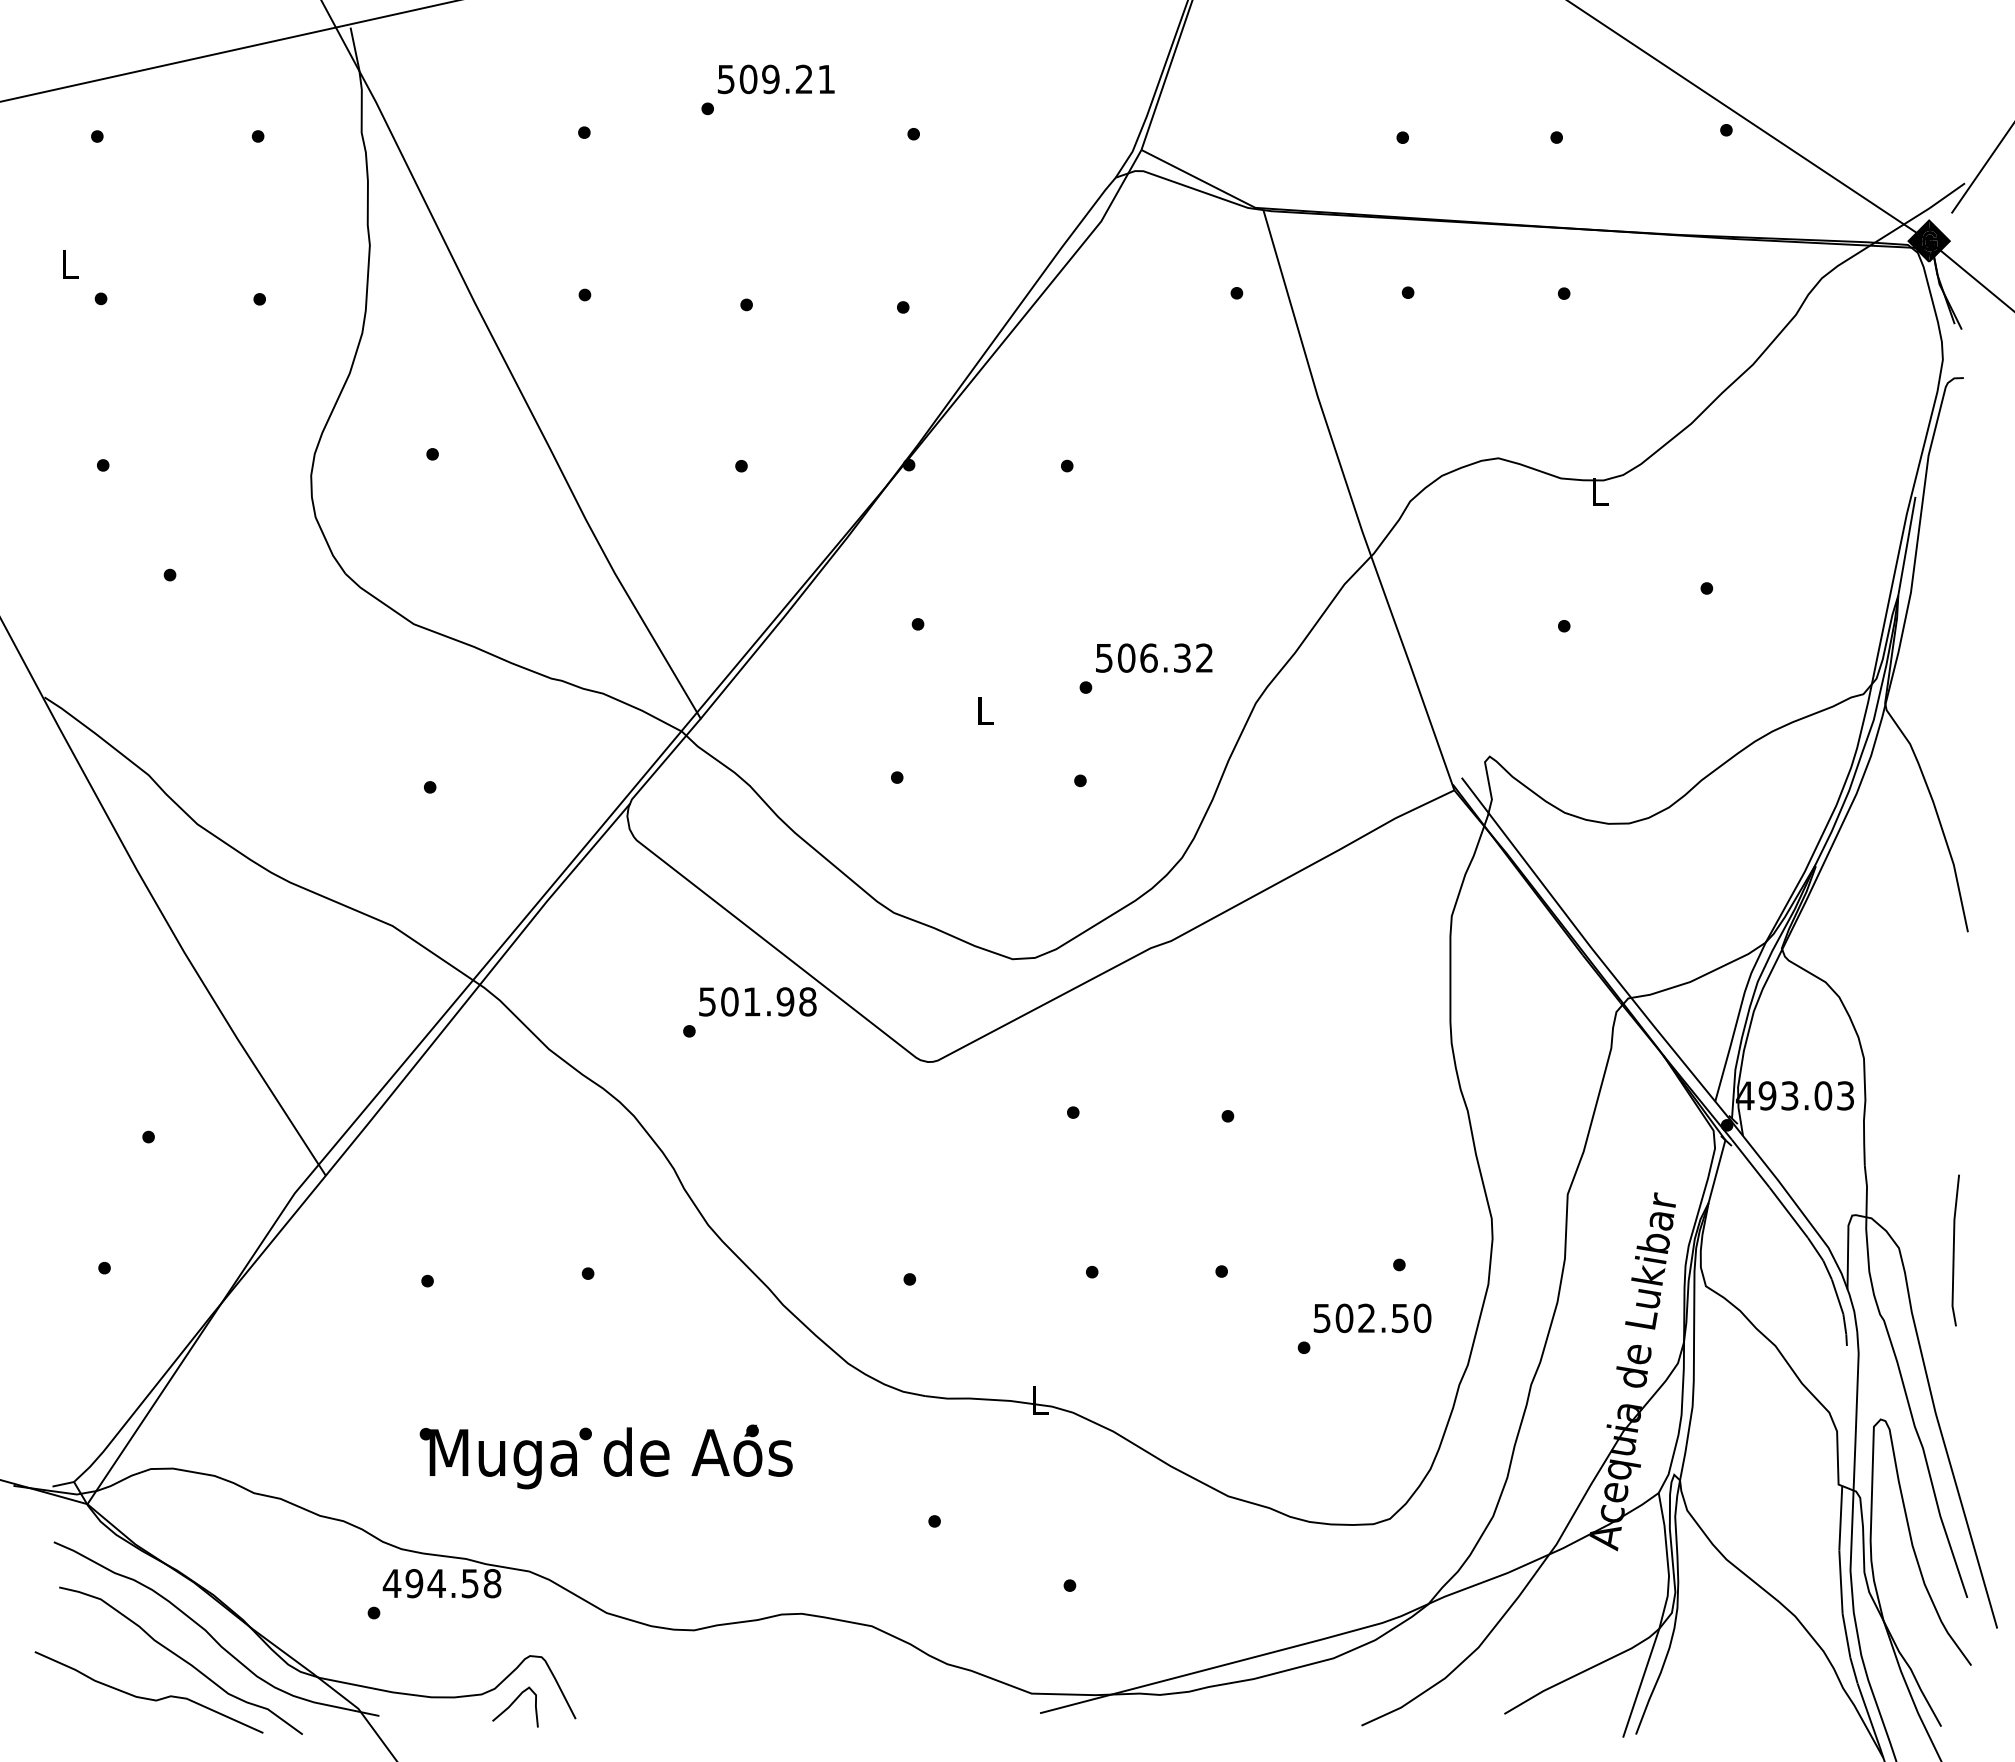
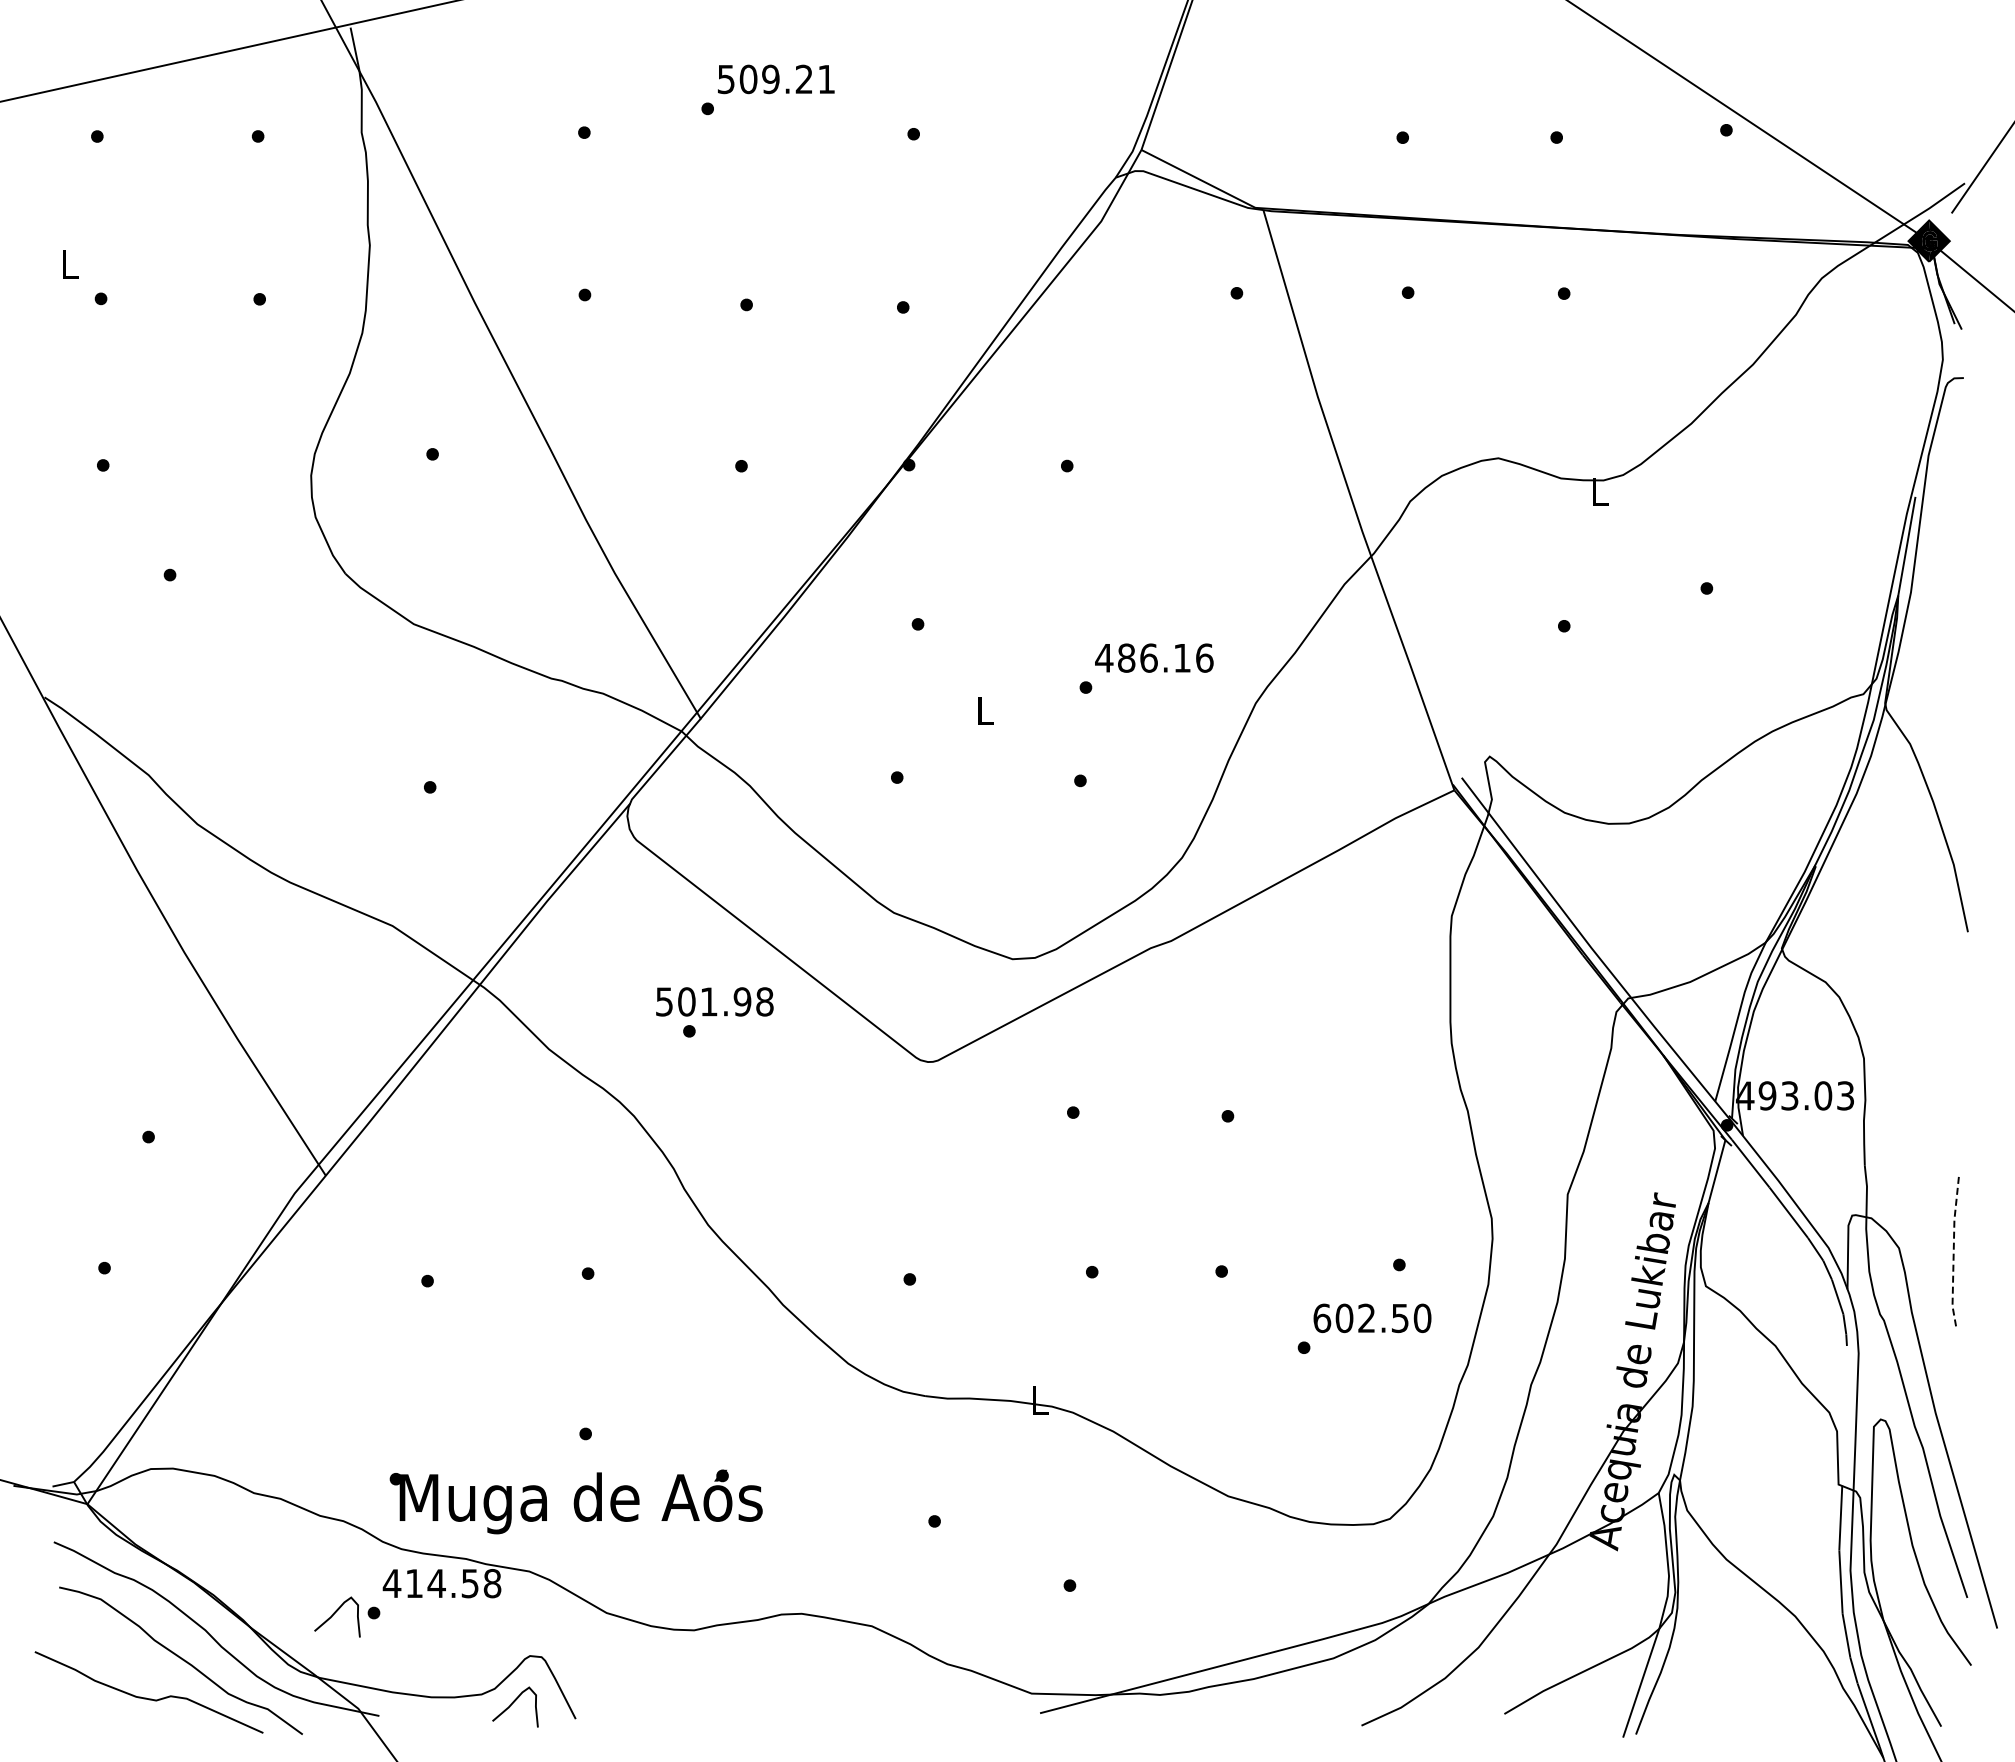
text at (1154, 657): 506.32 -> 486.16
text at (757, 1001) position: (757, 1001) -> (714, 1001)
line at (1953, 1250): solid -> dashed
text at (1322, 1318): 502.50 -> 602.50
text at (605, 1456) position: (605, 1456) -> (575, 1501)
text at (414, 1583): 494.58 -> 414.58
curve at (335, 1613): none -> present
